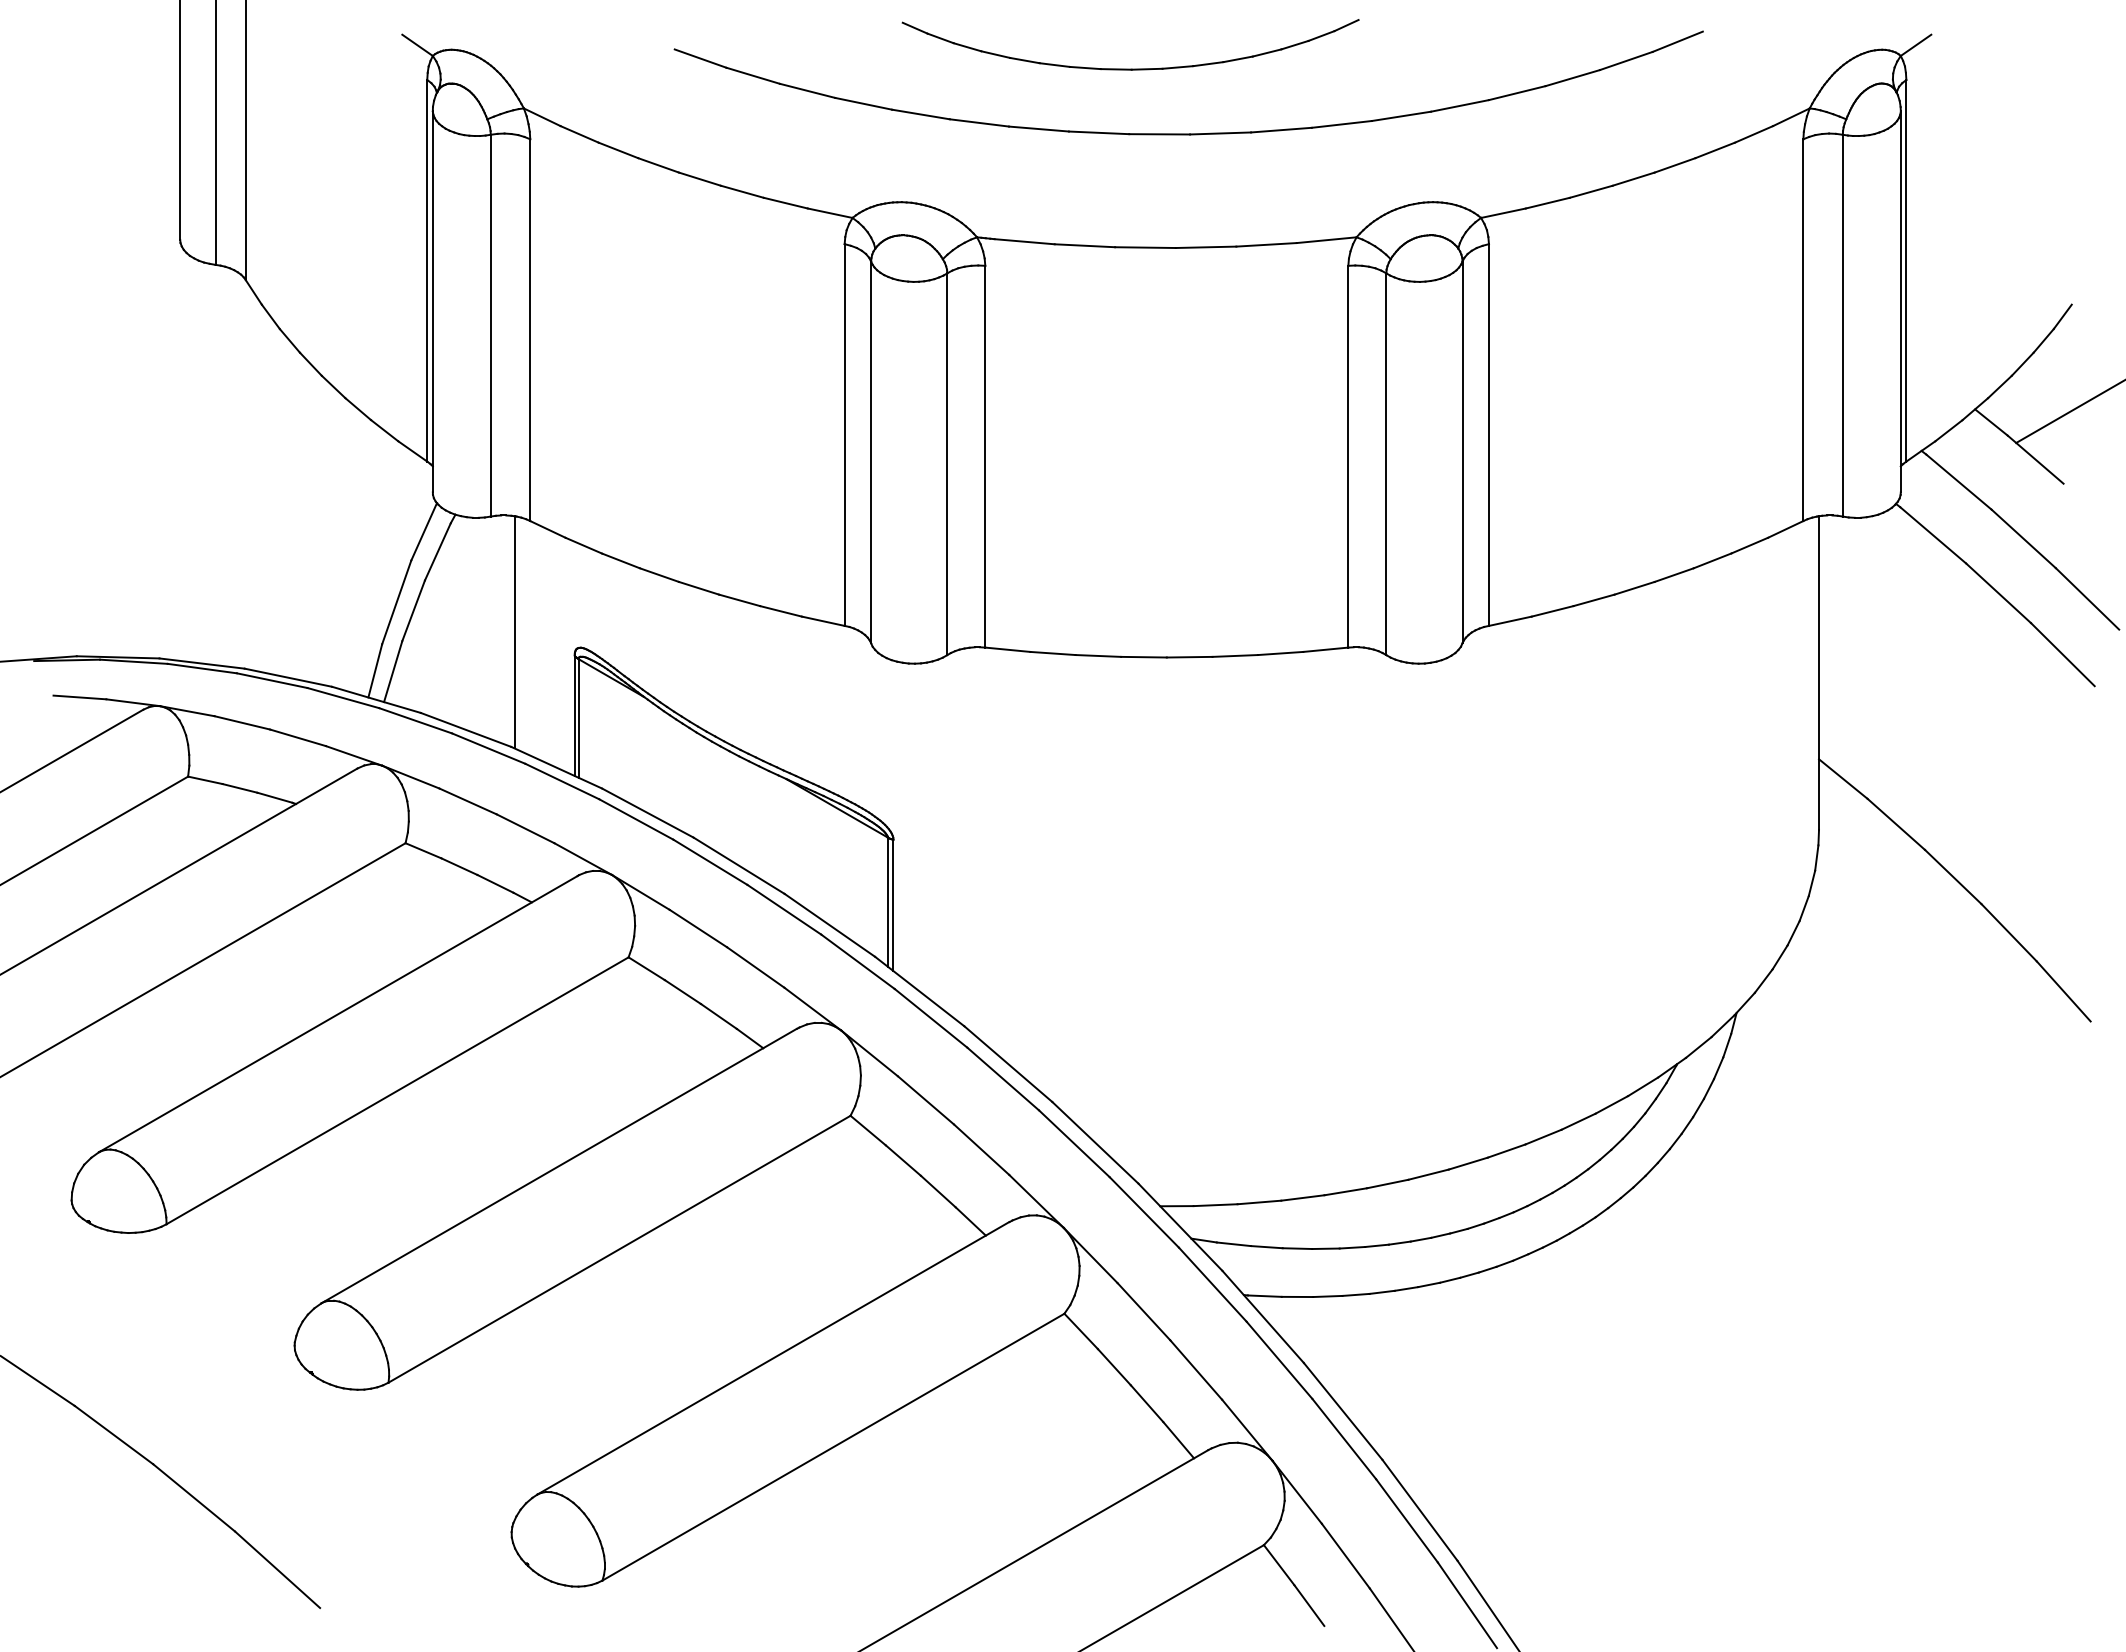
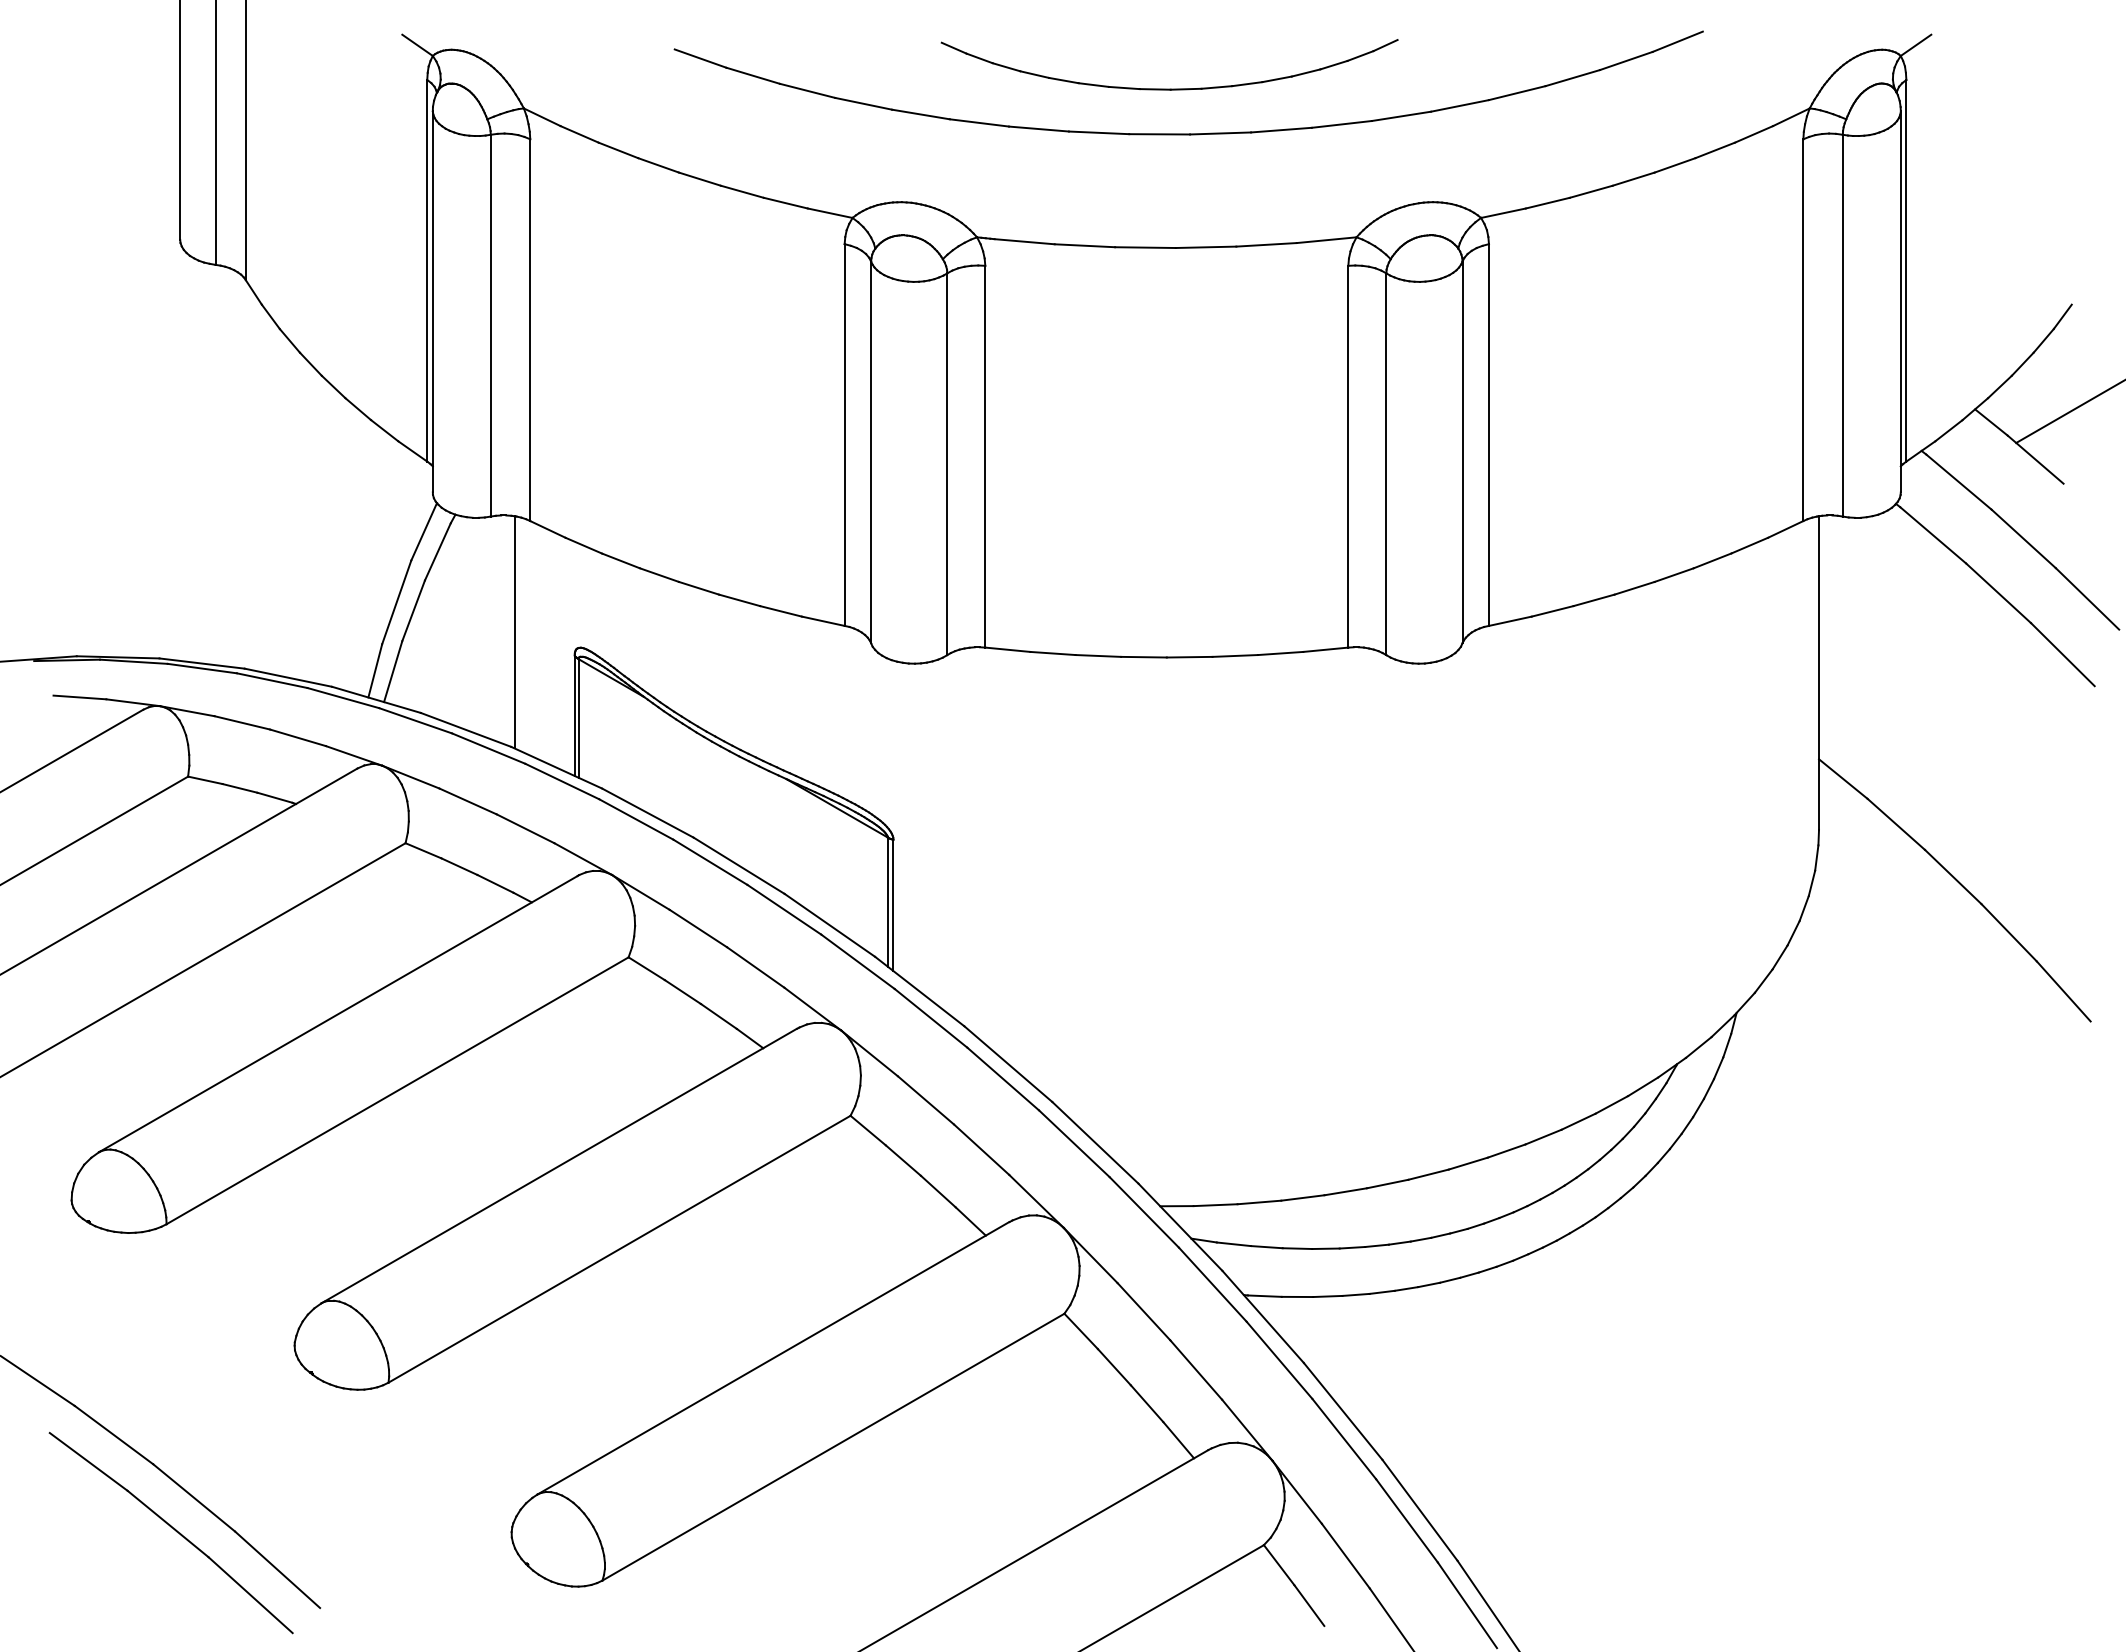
part at (1130, 68) position: (1130, 68) -> (1169, 88)
part at (170, 1533): none -> present
